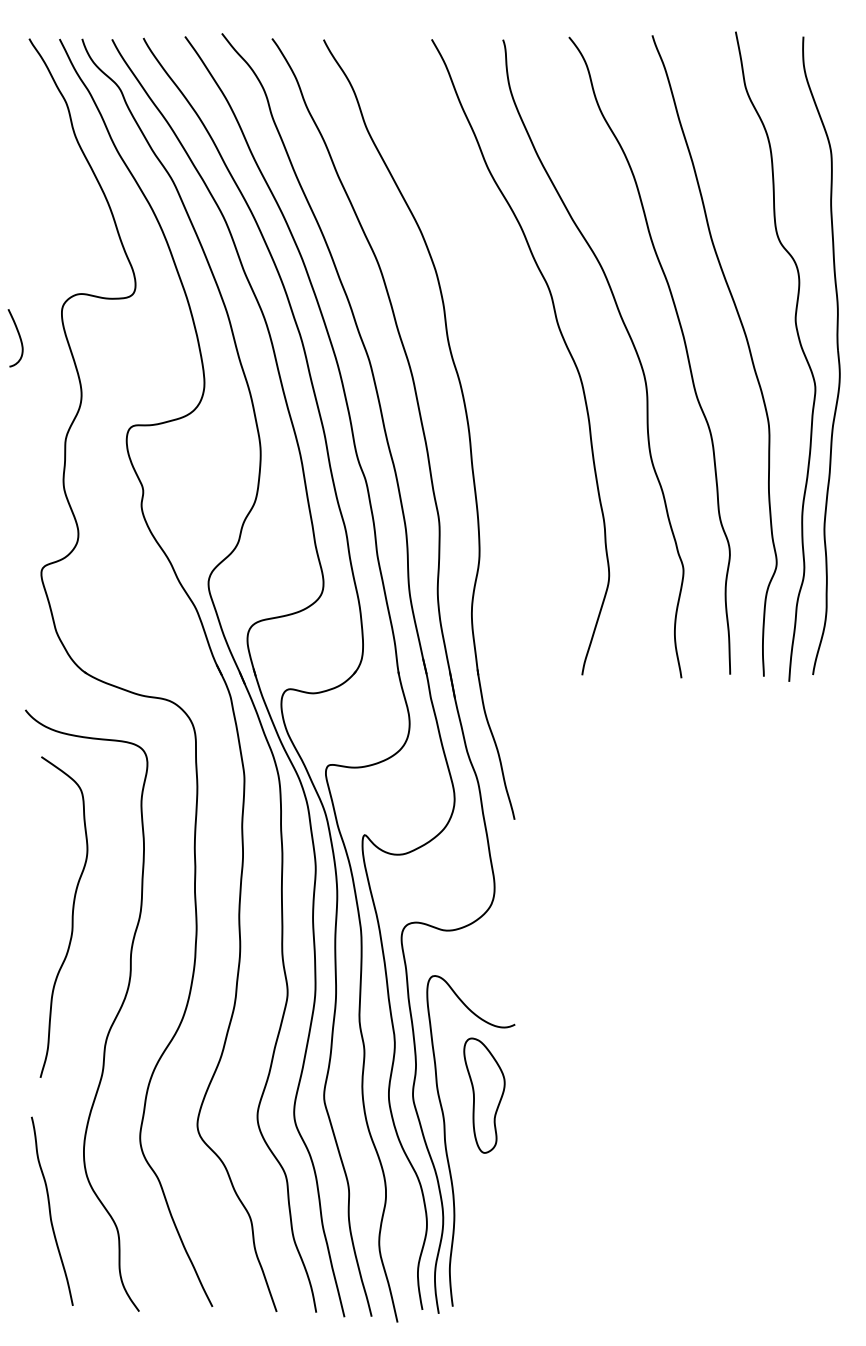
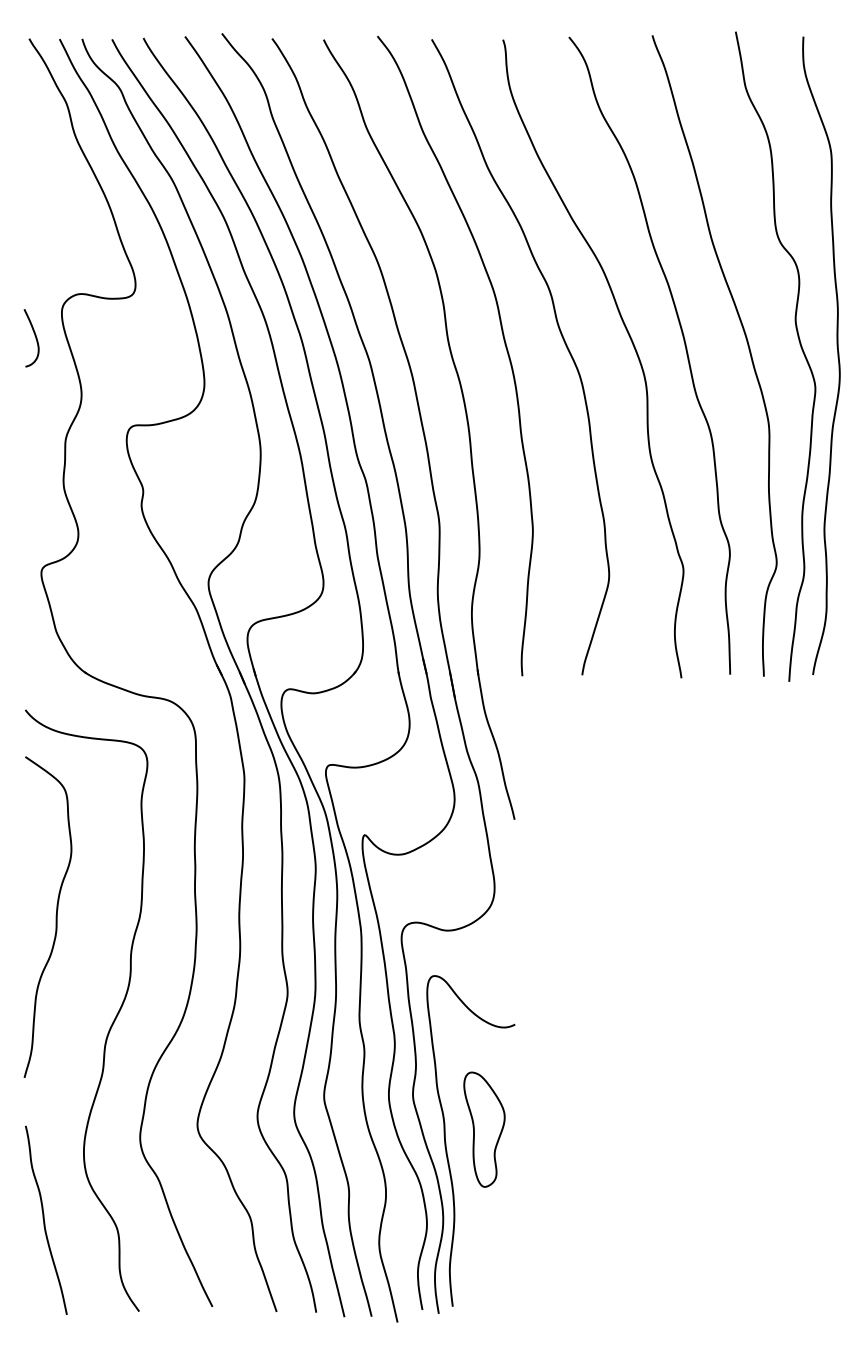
curve at (19, 338) position: (19, 338) -> (35, 338)
curve at (504, 344): none -> present
curve at (71, 916) position: (71, 916) -> (55, 916)
part at (484, 1095) position: (484, 1095) -> (484, 1129)
curve at (50, 1210) position: (50, 1210) -> (44, 1219)
